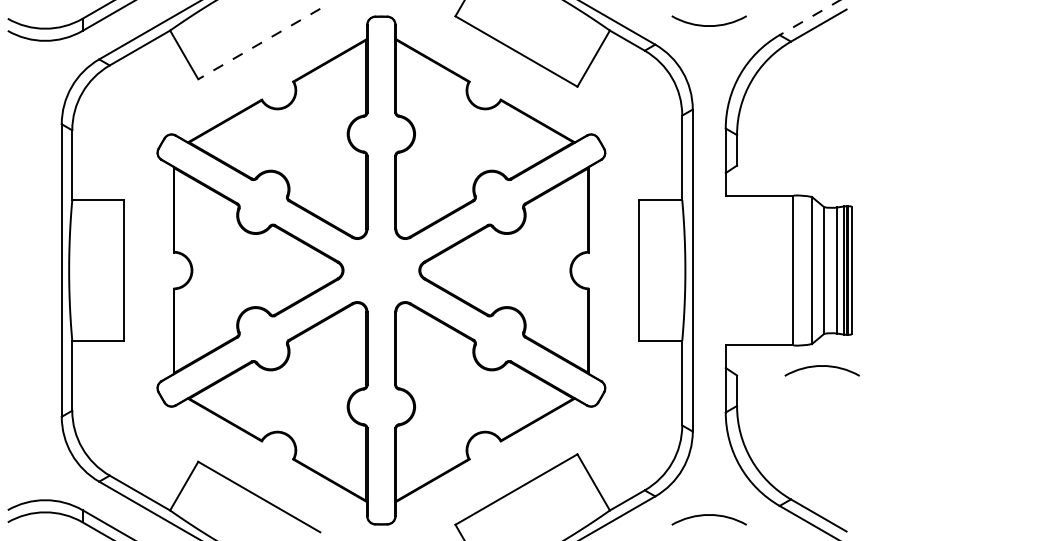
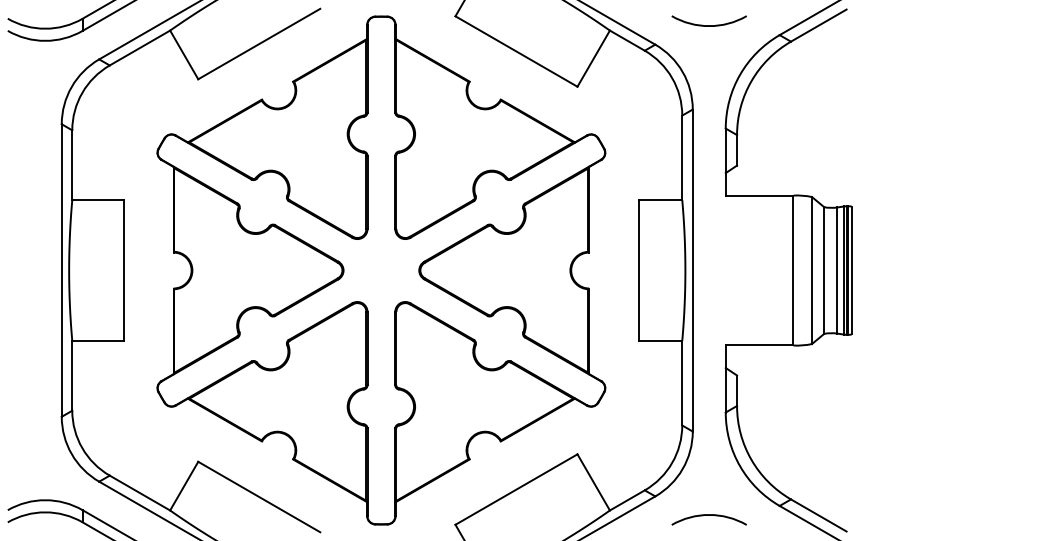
line at (809, 17): dashed -> solid
line at (258, 44): dashed -> solid
arc at (821, 366): present -> none
